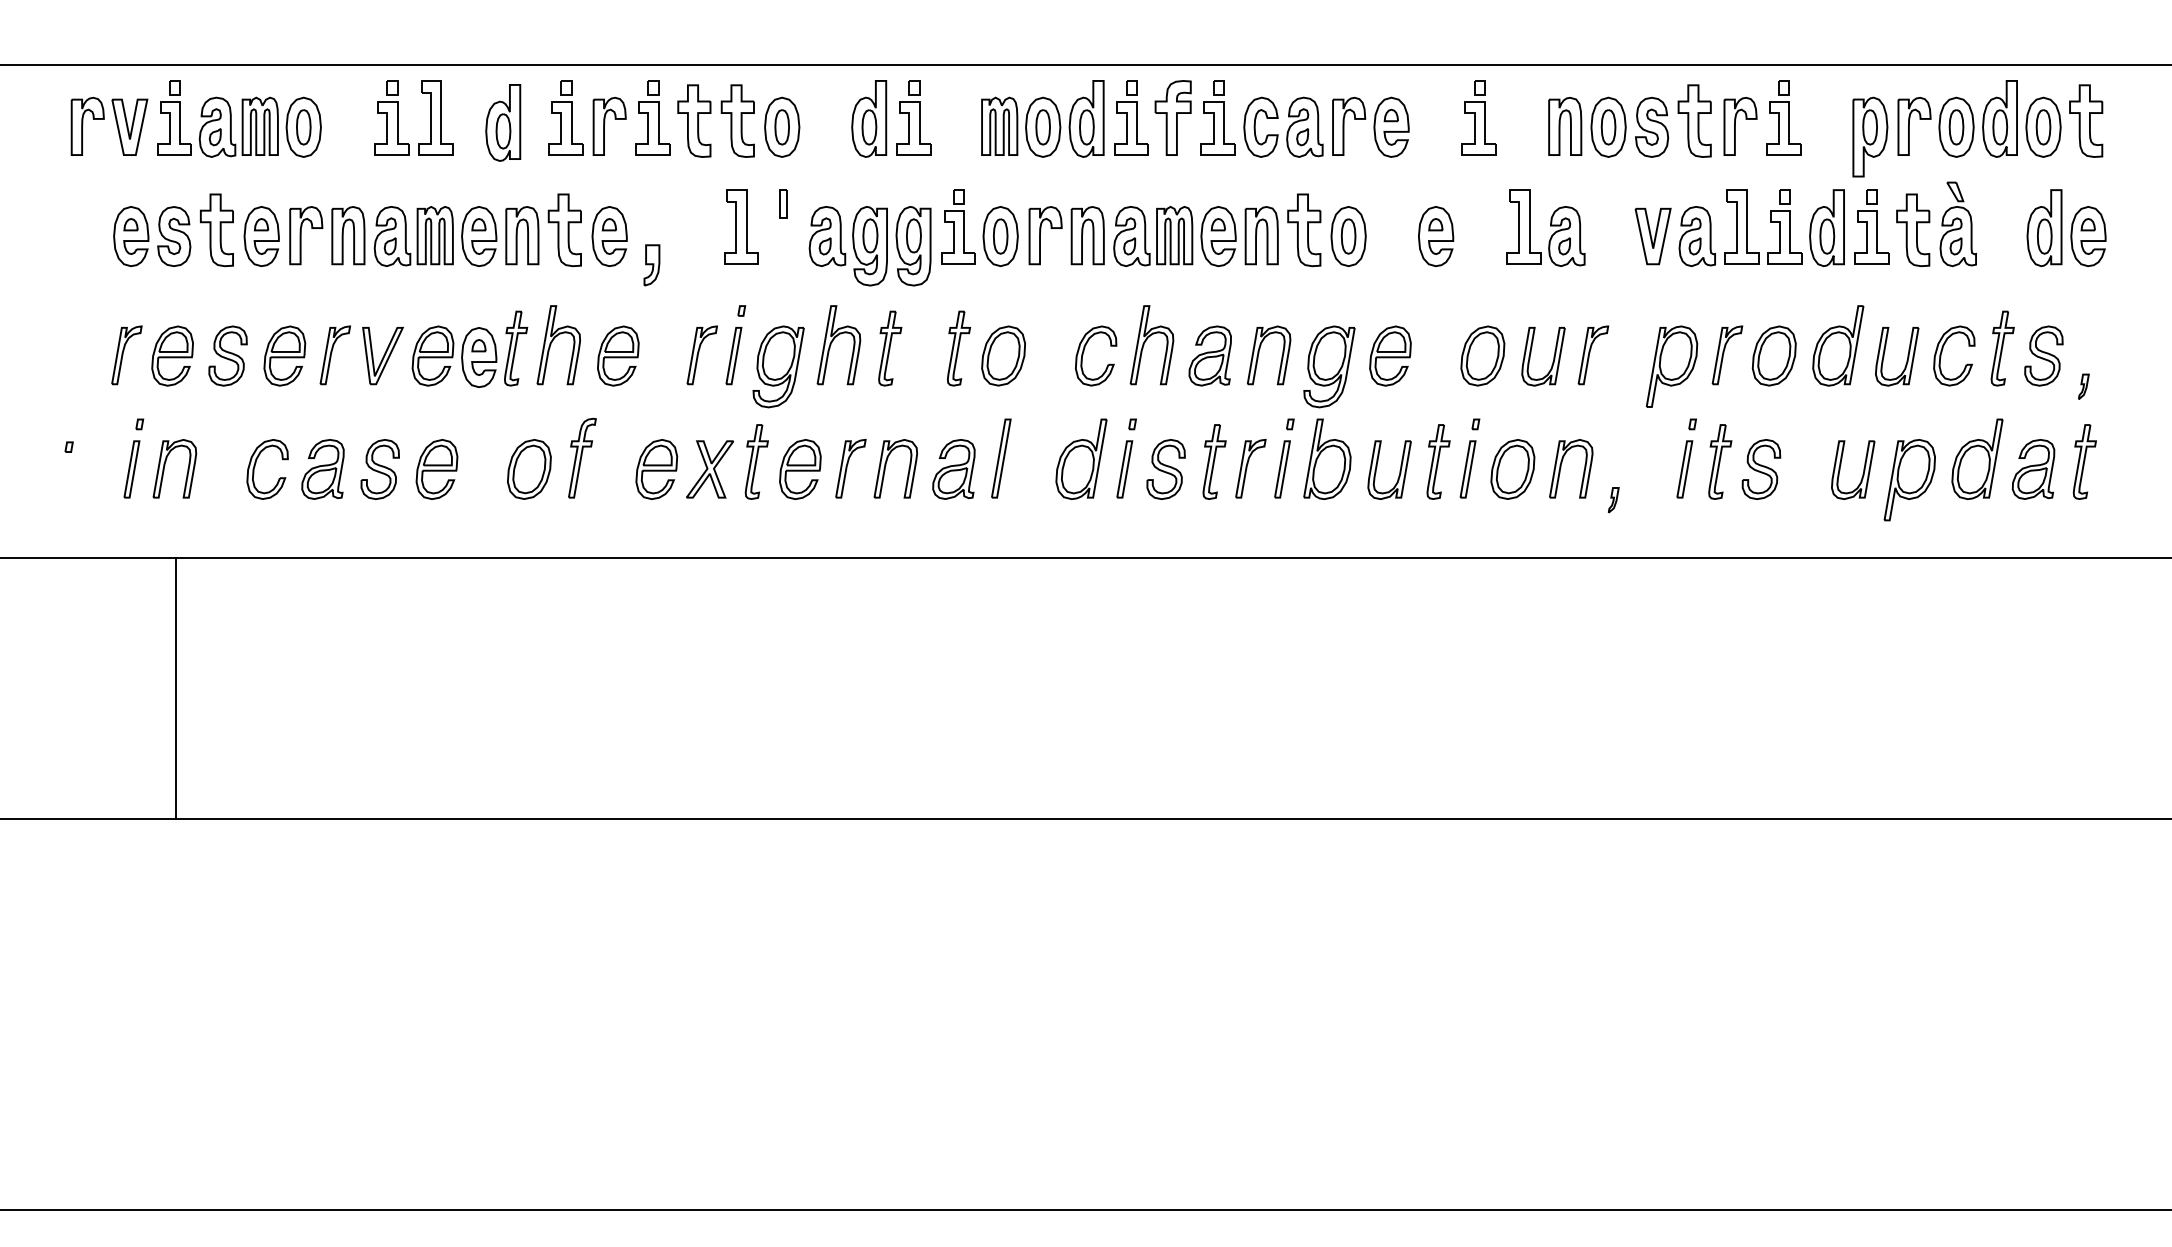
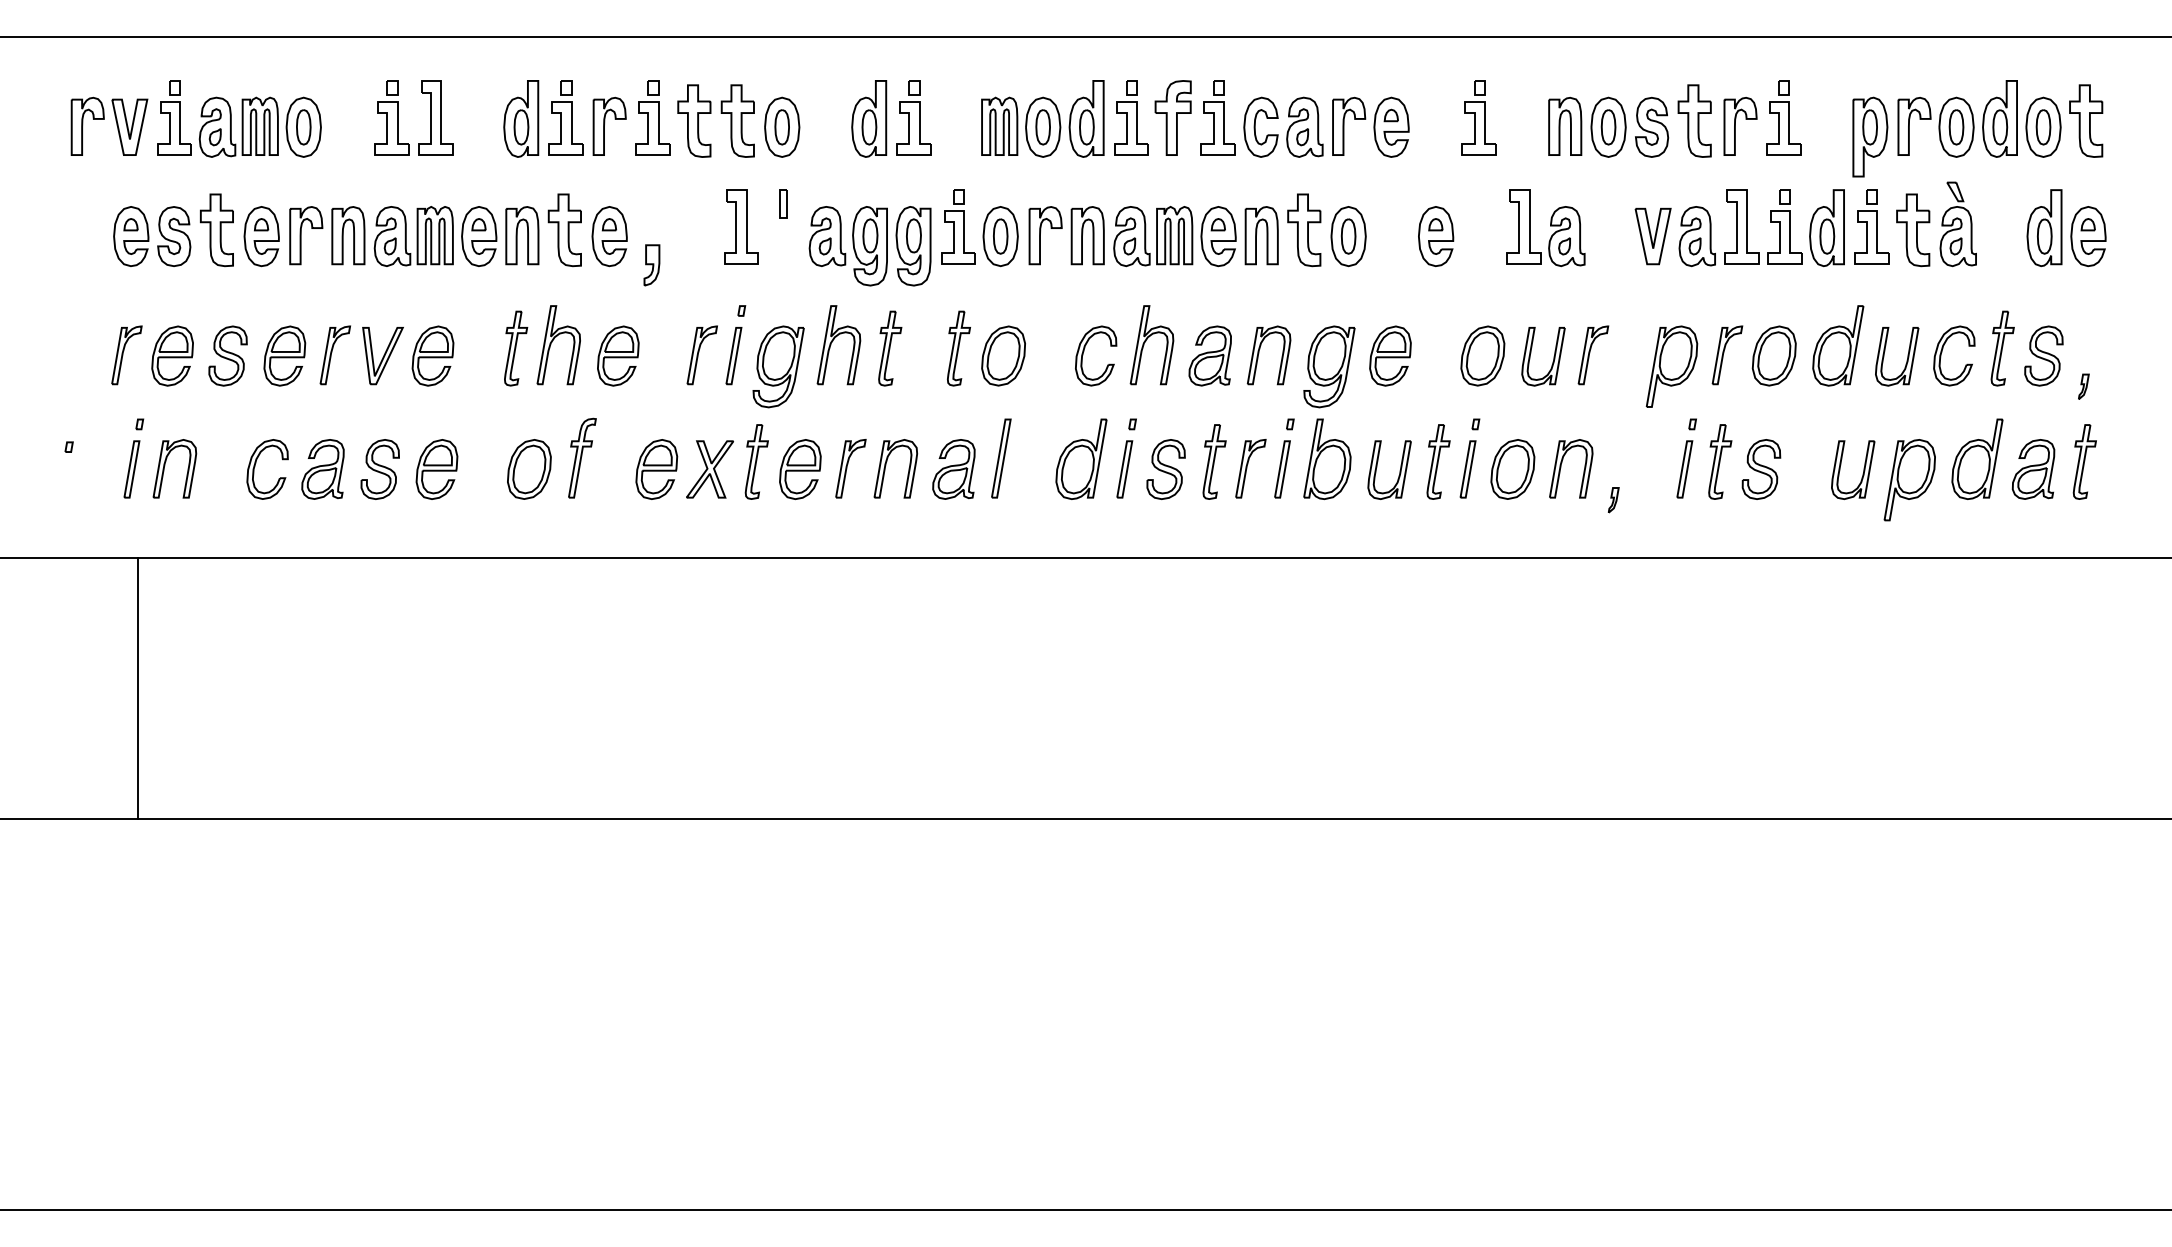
line at (1085, 65) position: (1085, 65) -> (1085, 37)
part at (503, 122) position: (503, 122) -> (521, 118)
part at (479, 357): present -> none
line at (176, 688) position: (176, 688) -> (138, 688)
